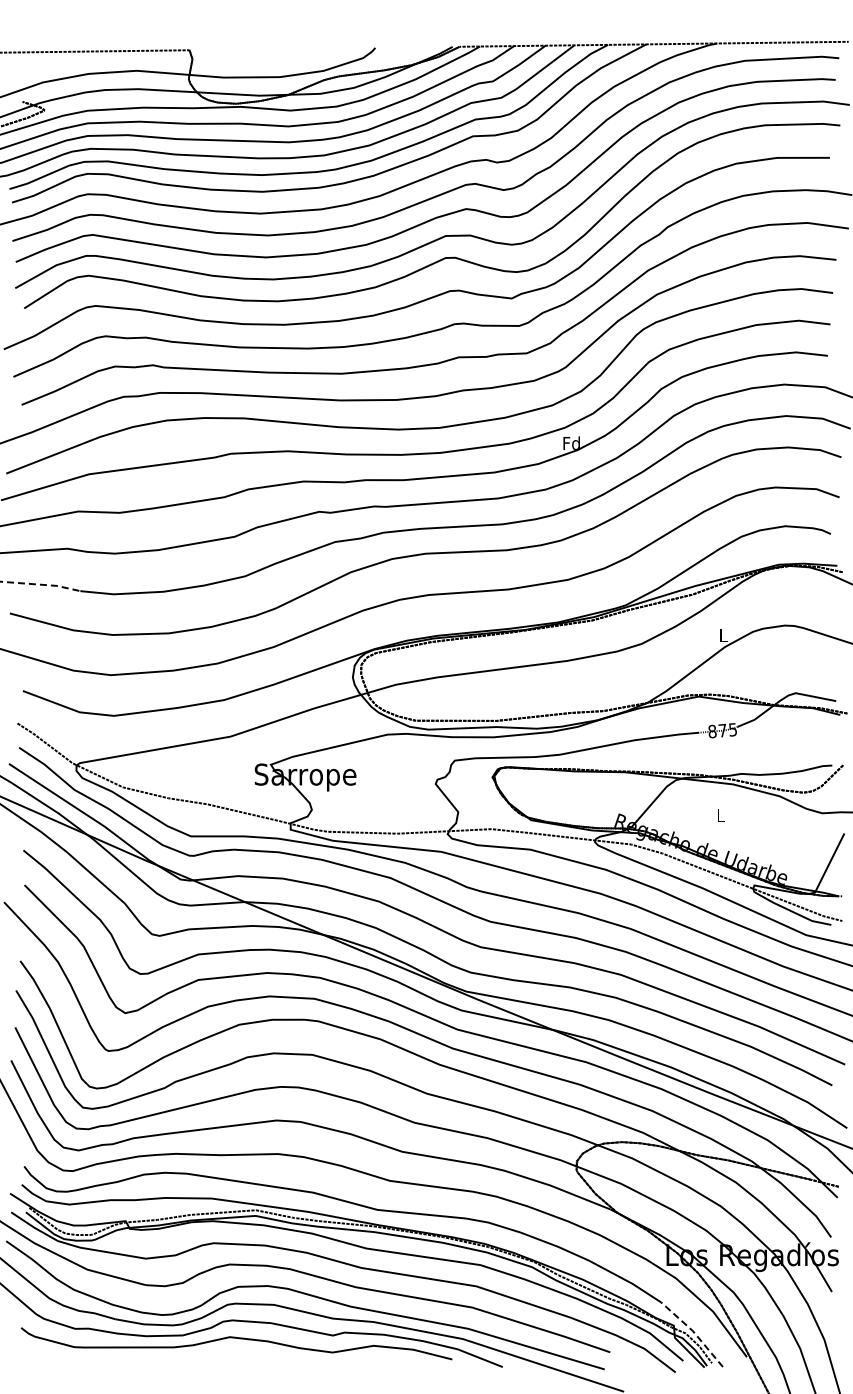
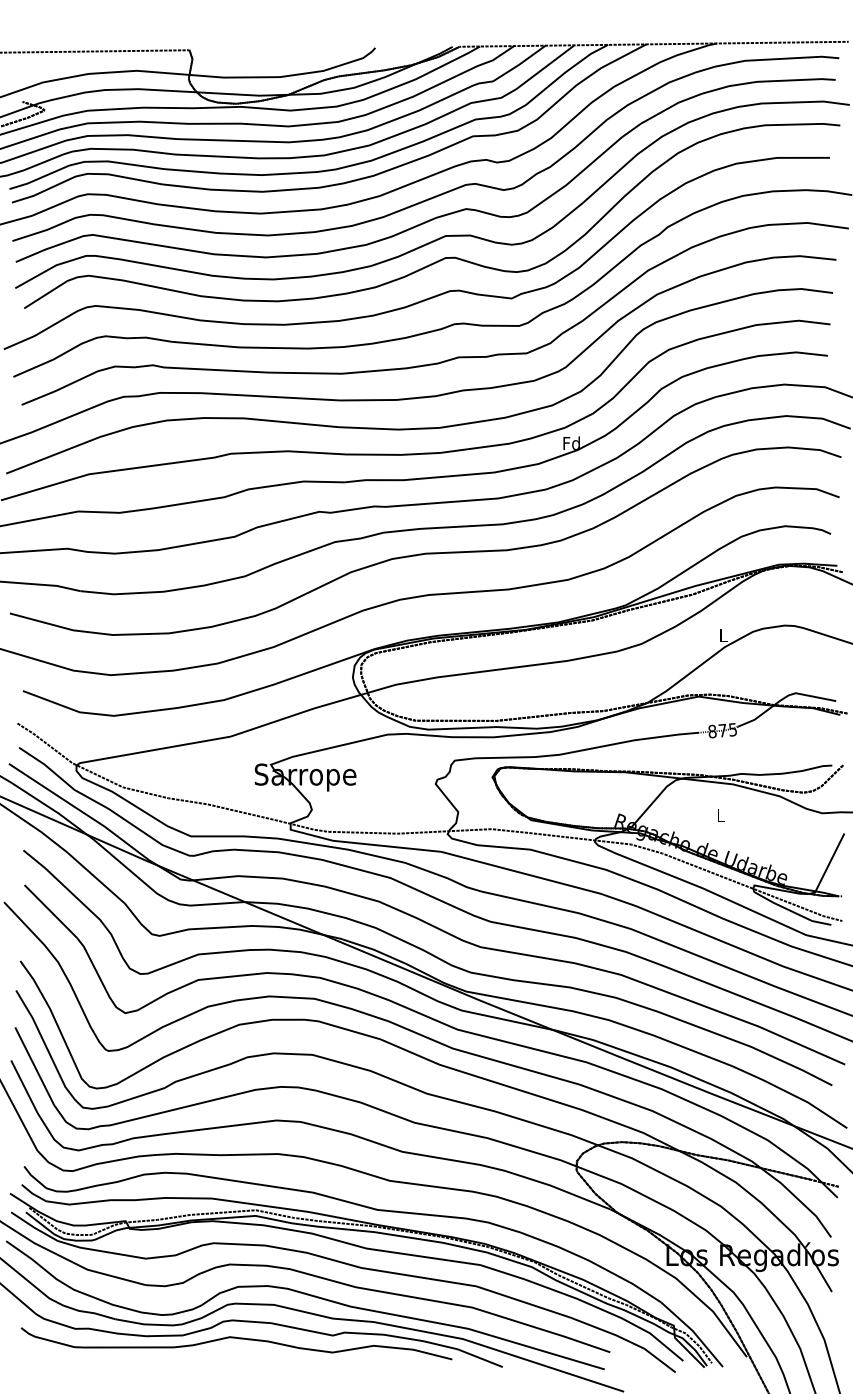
line at (42, 584): dashed -> solid
line at (694, 1332): dashed -> solid
